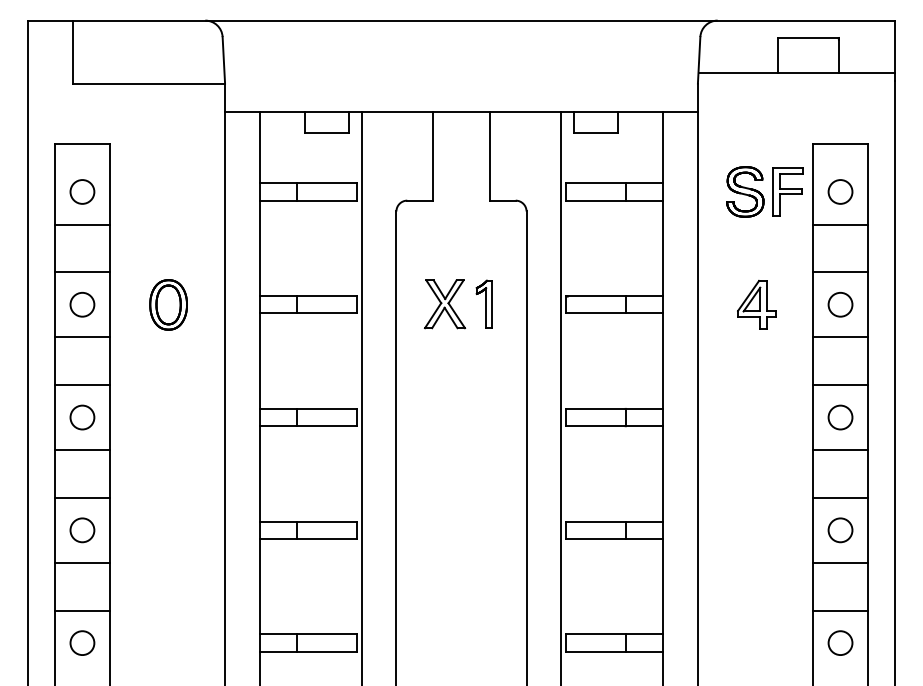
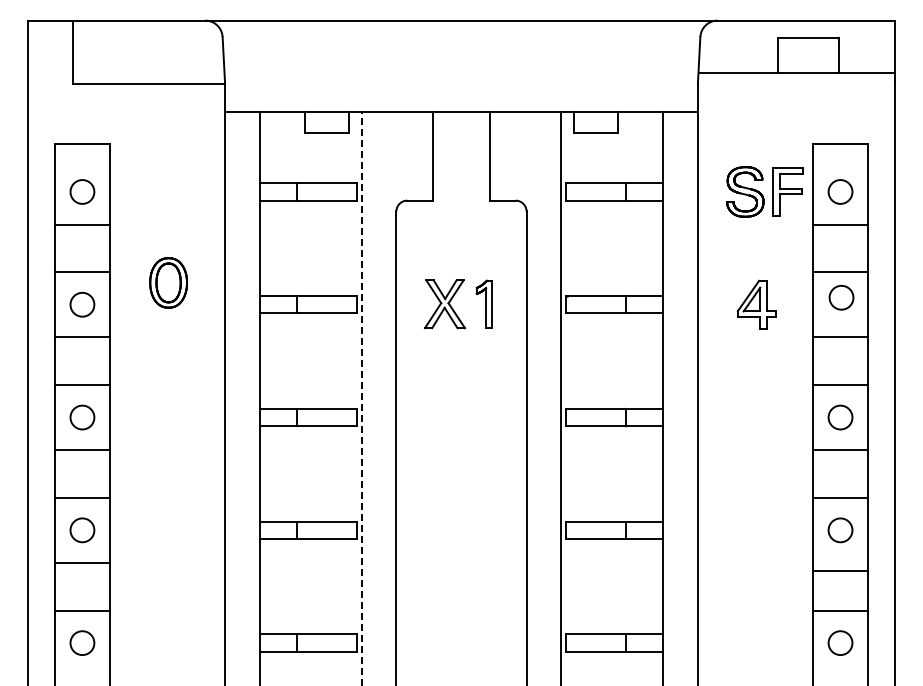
part at (168, 304) position: (168, 304) -> (168, 282)
circle at (840, 304) position: (840, 304) -> (841, 297)
line at (361, 398): solid -> dashed
line at (840, 562) position: (840, 562) -> (840, 570)
